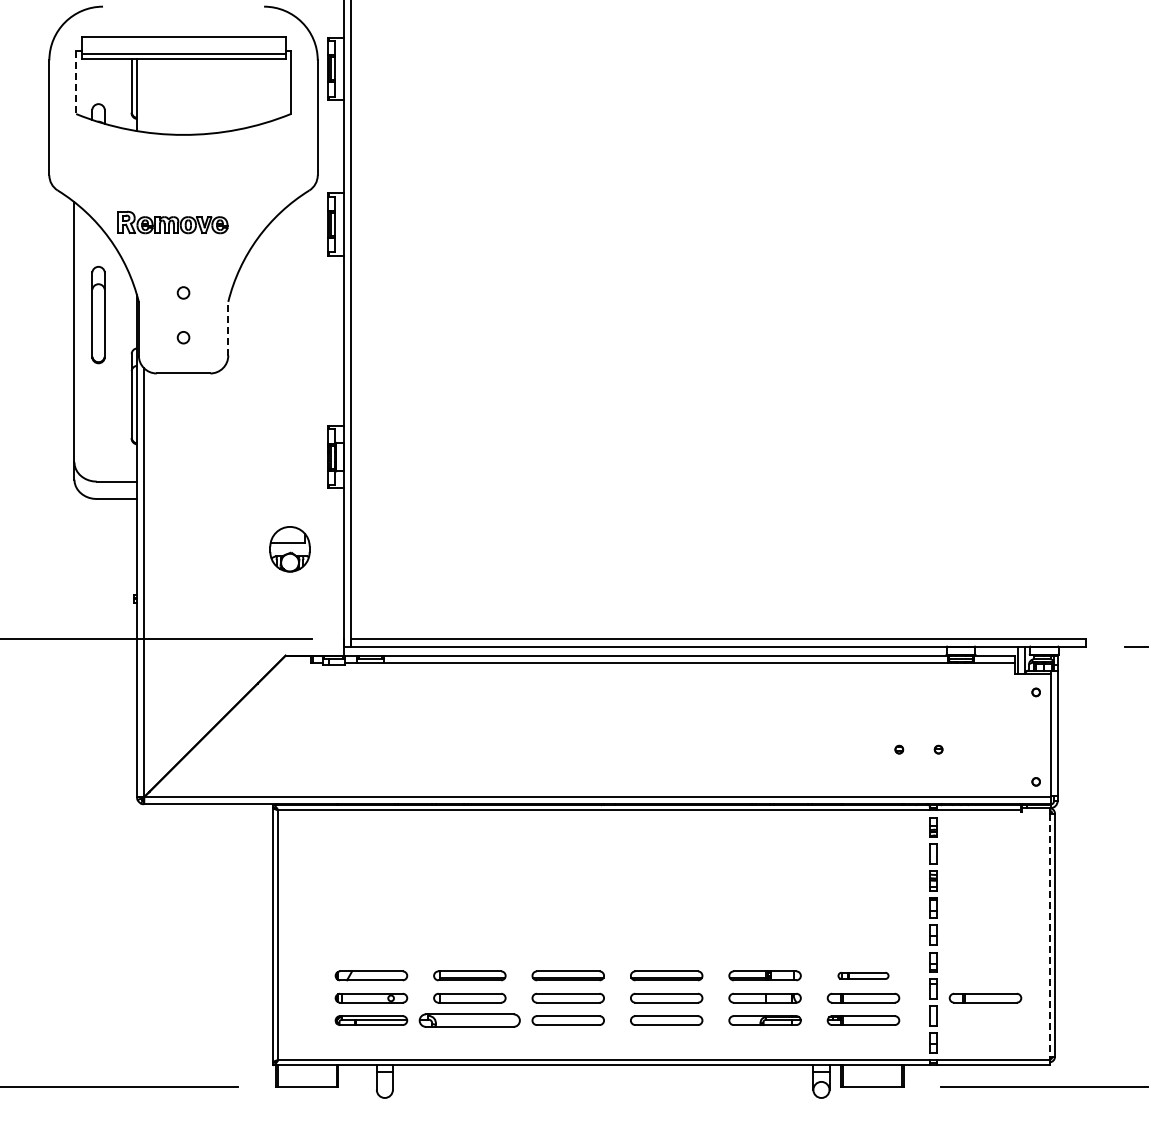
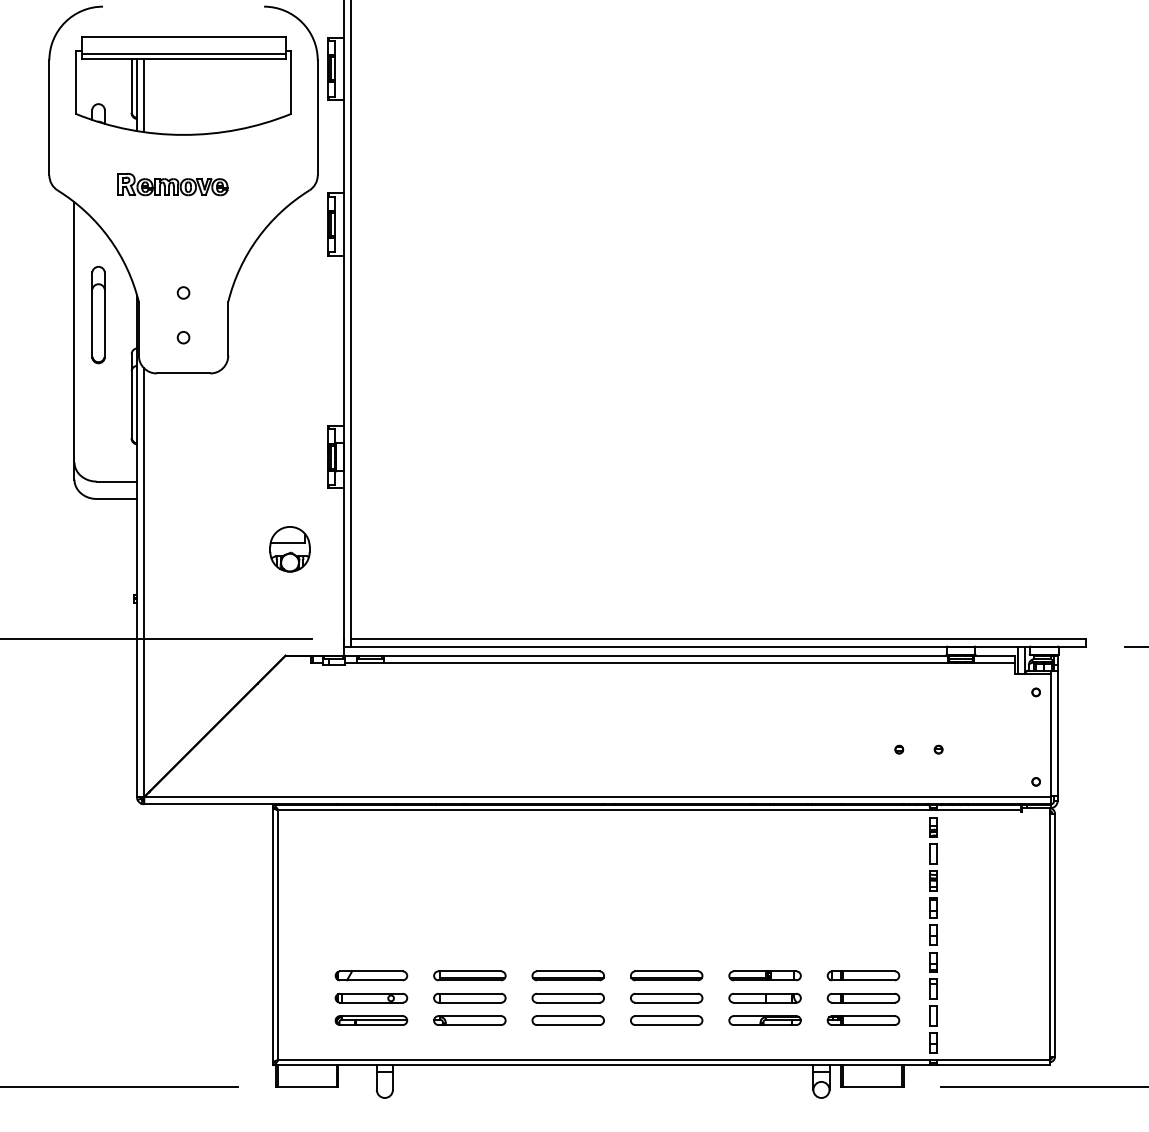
line at (76, 83): dashed -> solid
line at (144, 95): none -> present
part at (172, 222) position: (172, 222) -> (172, 184)
line at (228, 328): dashed -> solid
line at (1049, 935): dashed -> solid
part at (863, 975) size: 53x8 px -> 75x12 px
part at (985, 997): present -> none
part at (469, 1020) size: 103x15 px -> 74x11 px
